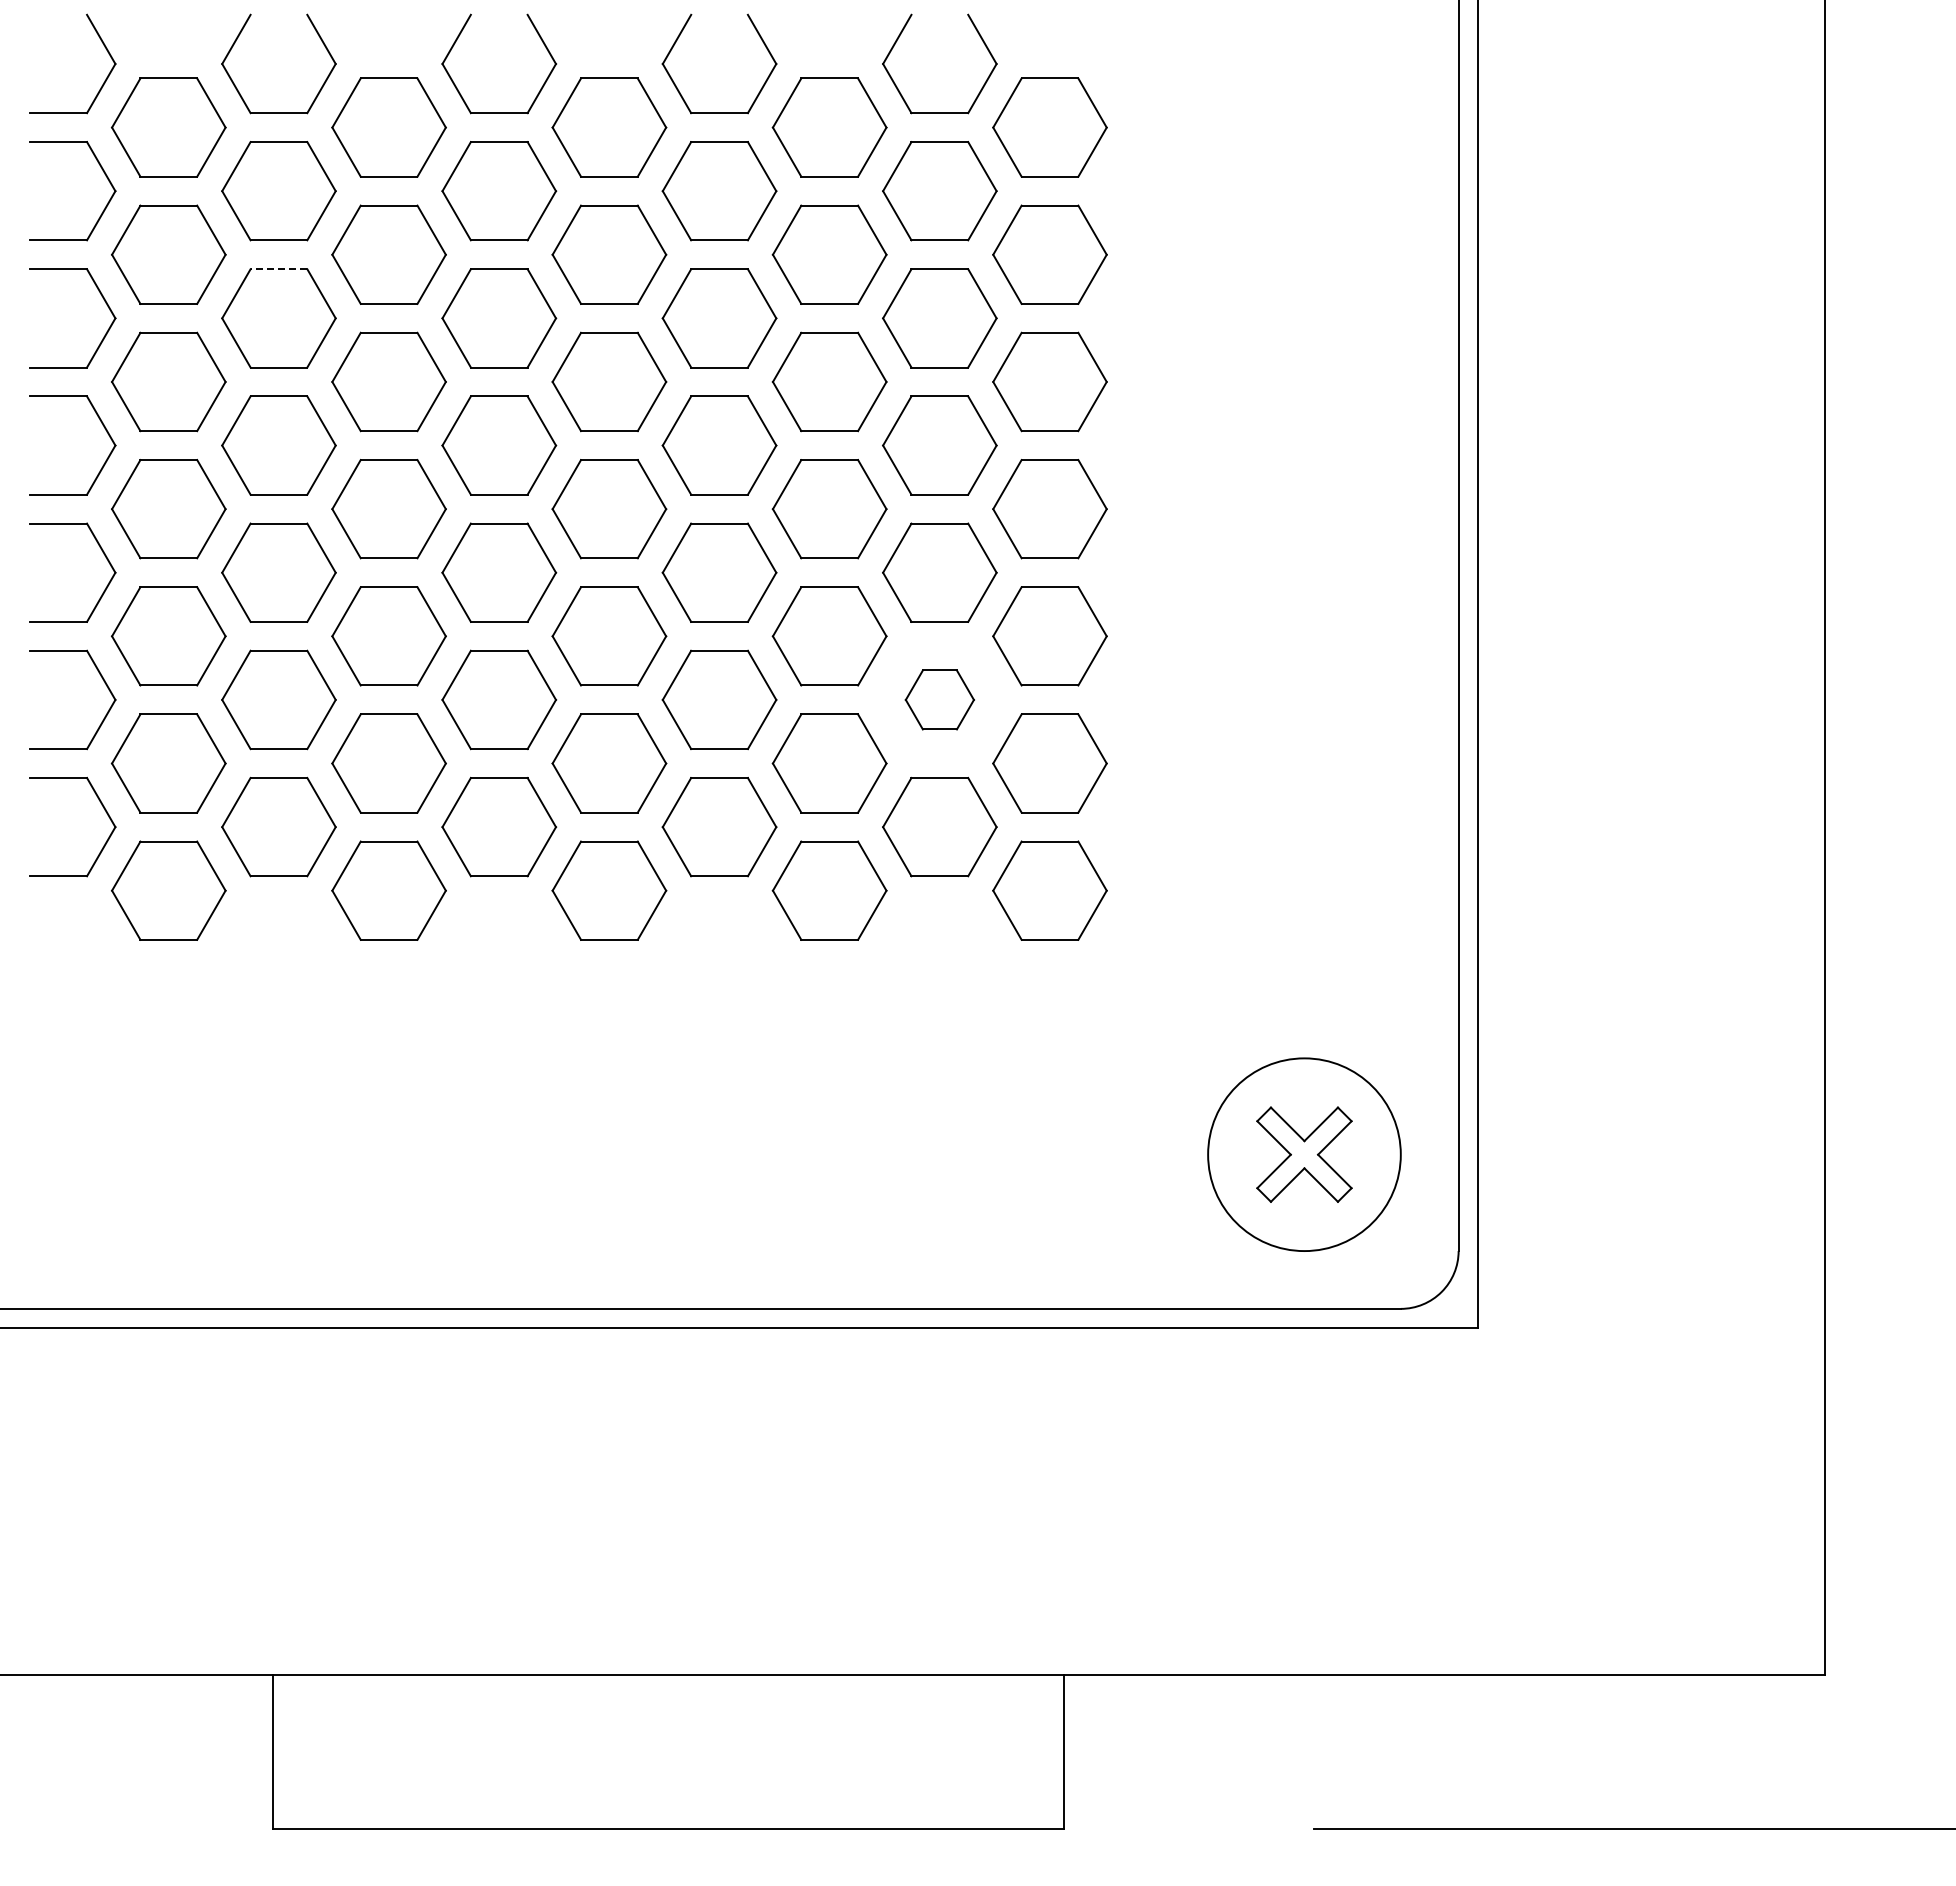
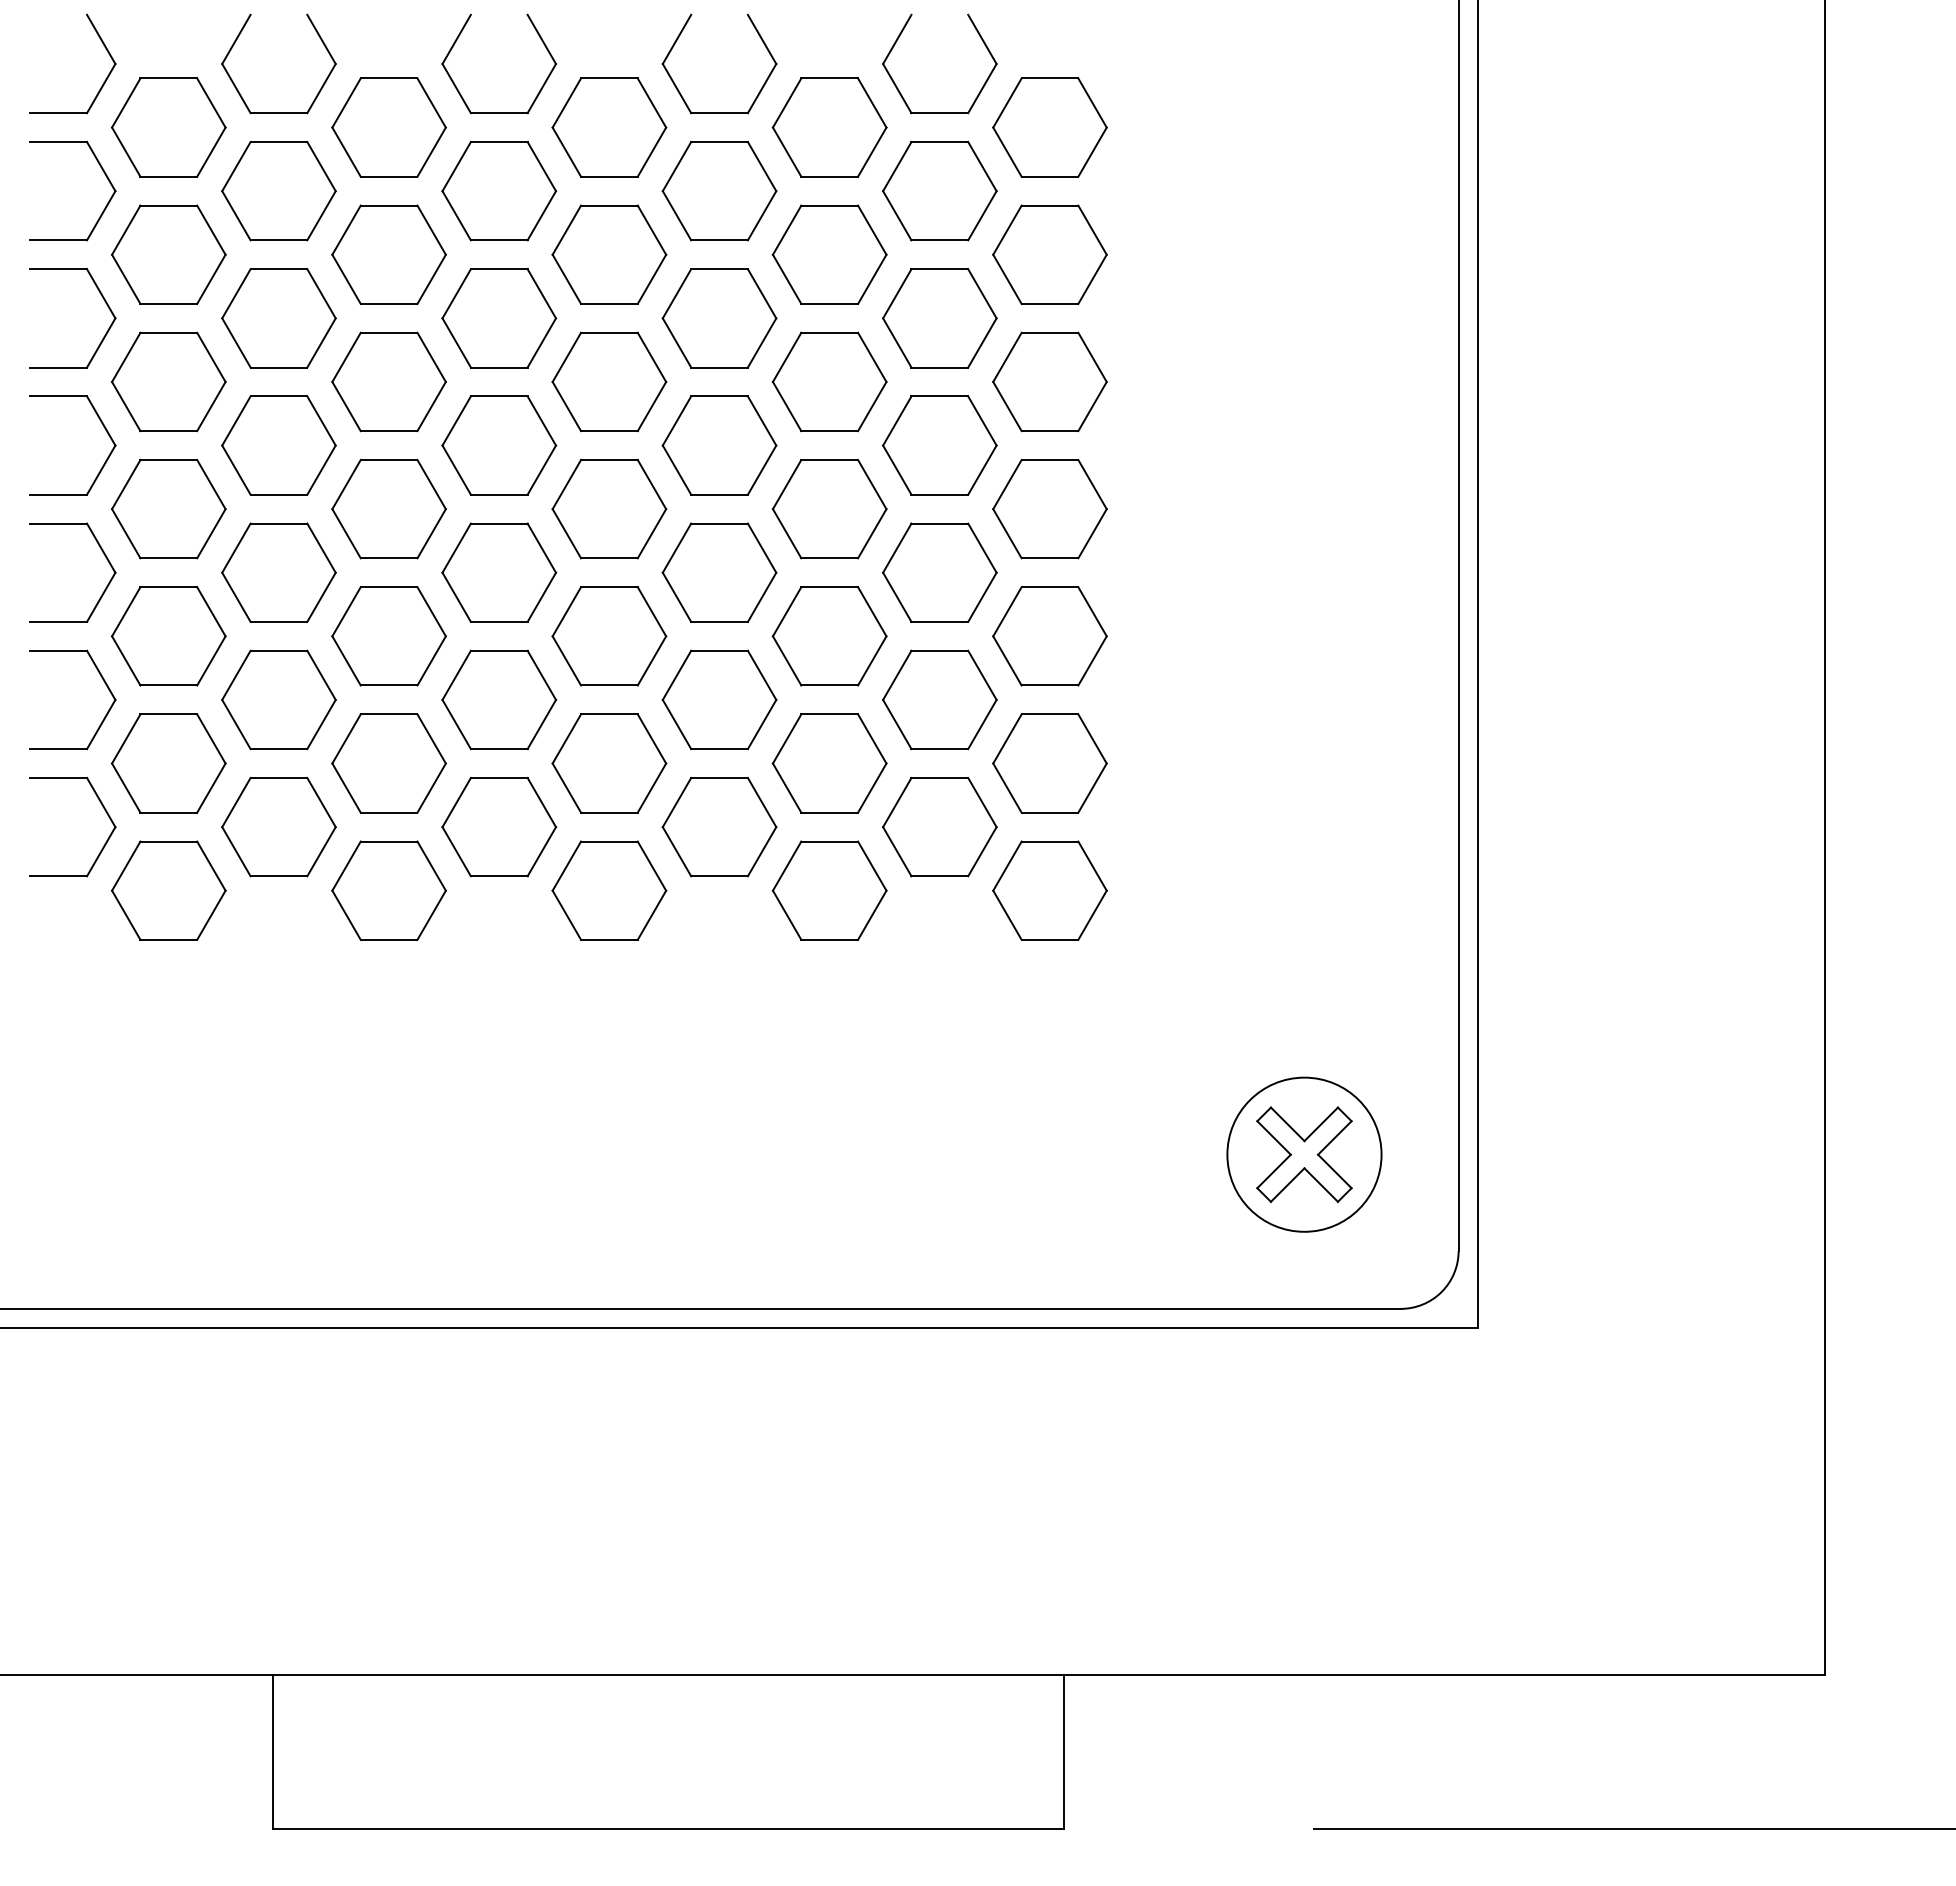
line at (278, 269): dashed -> solid
part at (939, 699) size: 71x62 px -> 116x102 px
circle at (1304, 1154) diameter: 193 px -> 154 px
